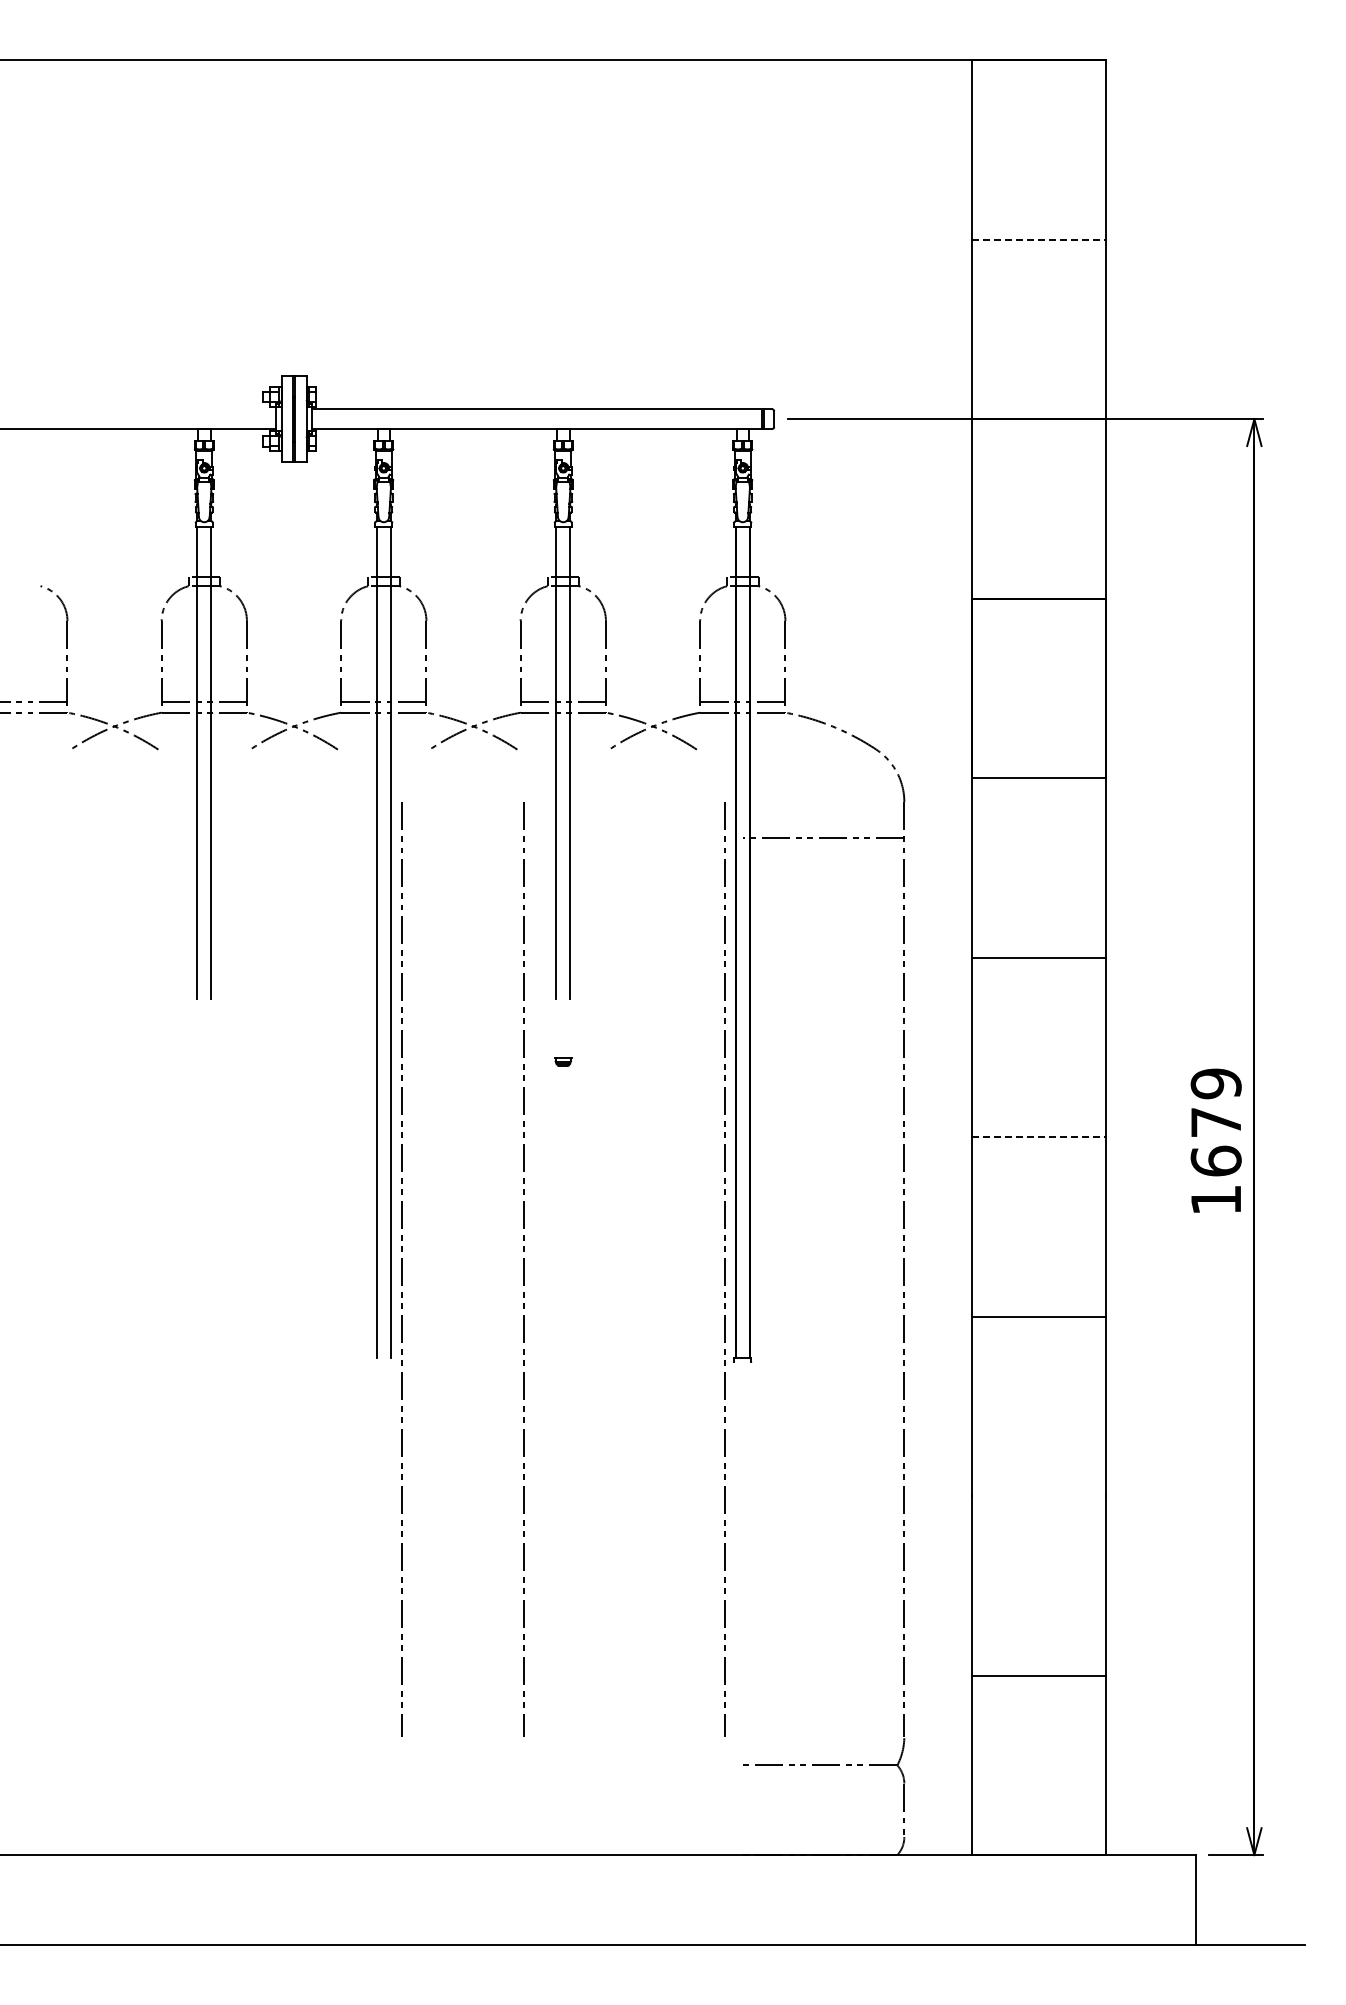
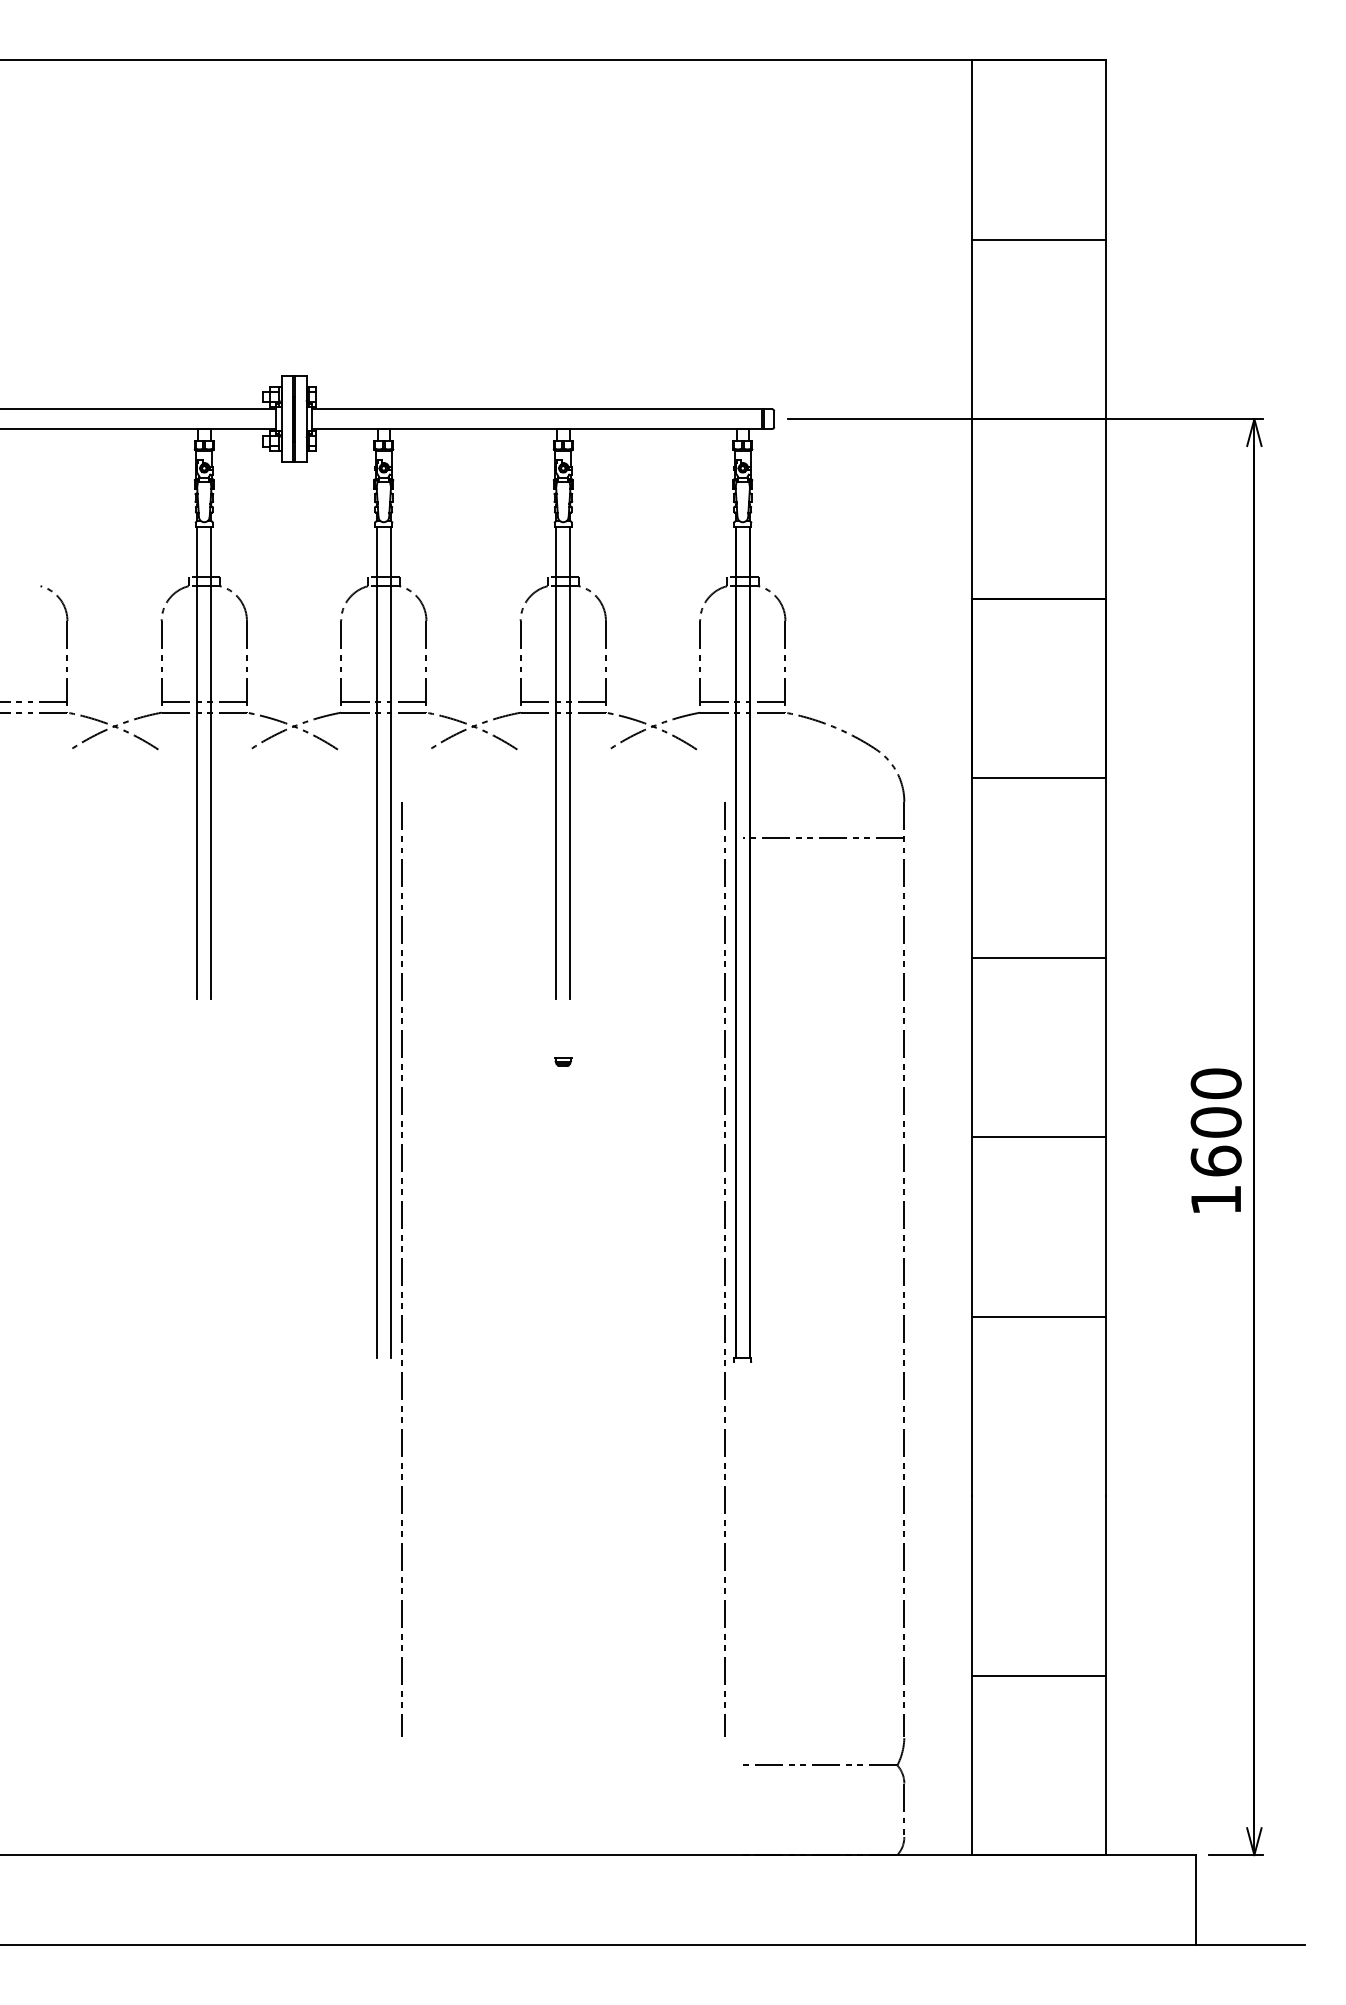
line at (1039, 239): dashed -> solid
line at (139, 409): none -> present
text at (1215, 1102): 1679 -> 1600
line at (1039, 1137): dashed -> solid
line at (523, 1269): present -> none
